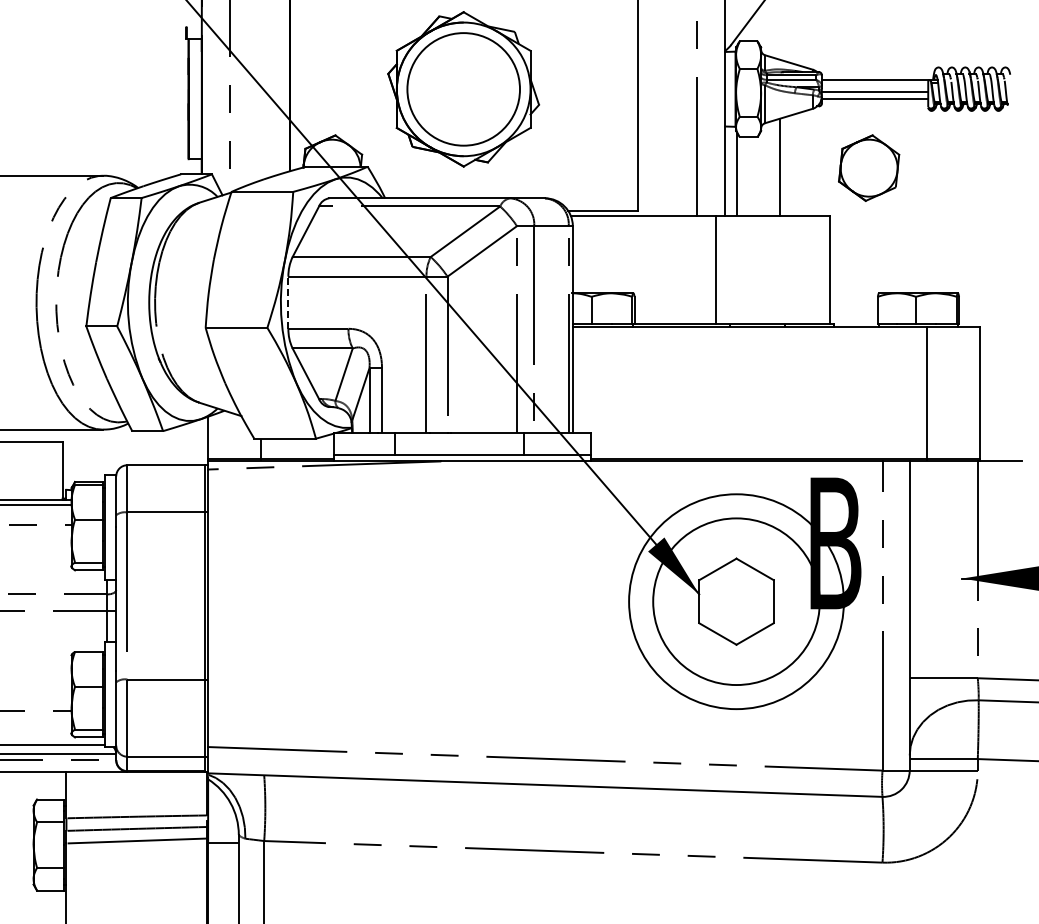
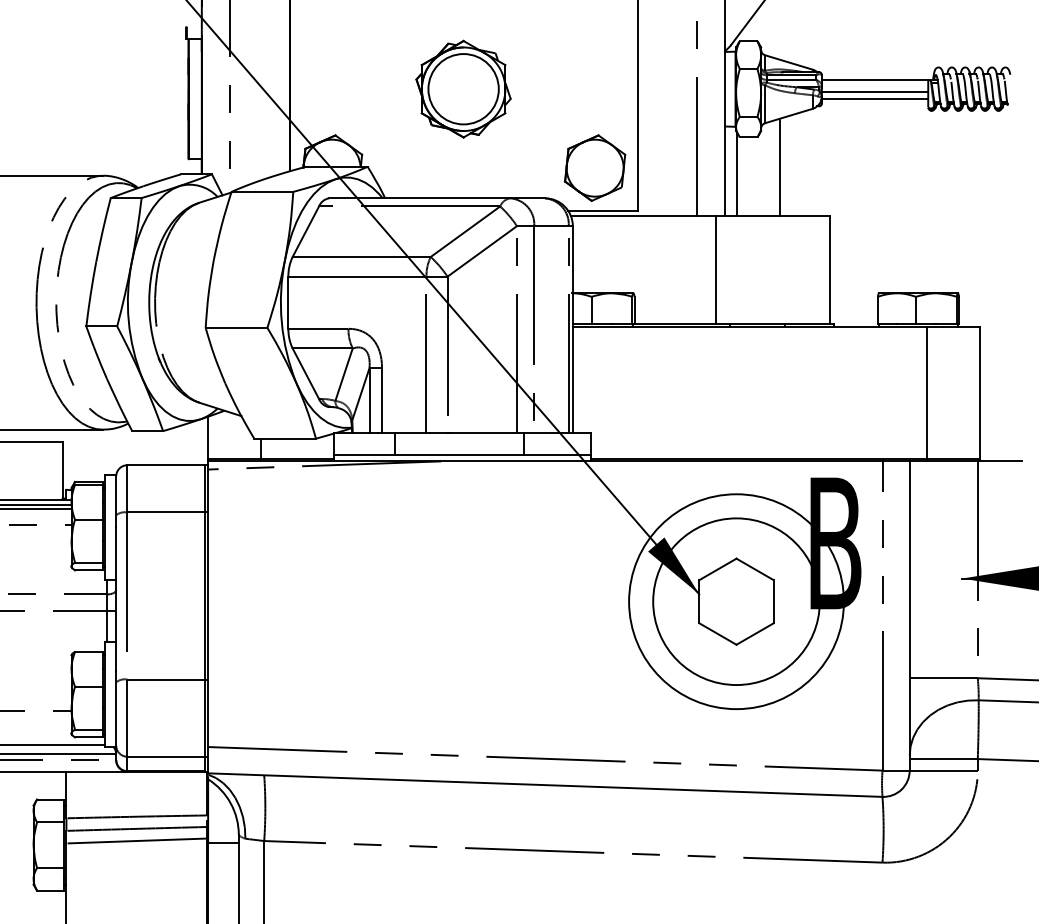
part at (463, 89) size: 154x157 px -> 97x100 px
part at (869, 167) position: (869, 167) -> (595, 167)
line at (288, 302): dashed -> solid
line at (36, 508): none -> present
